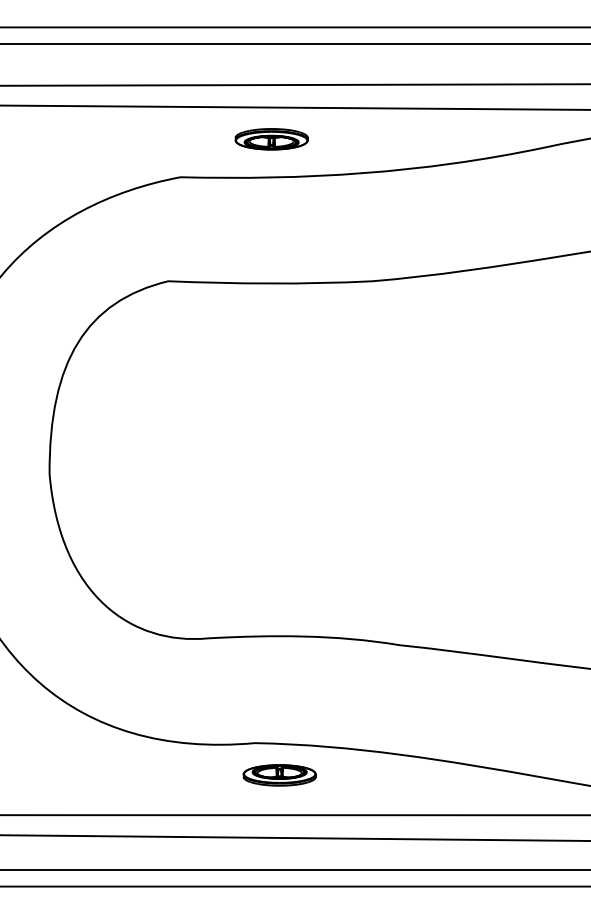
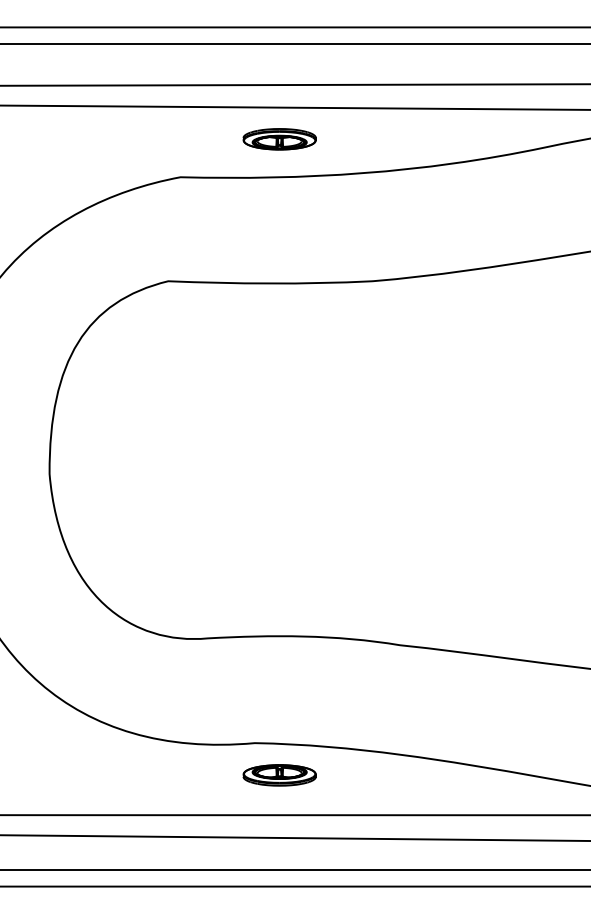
part at (271, 139) position: (271, 139) -> (279, 139)
